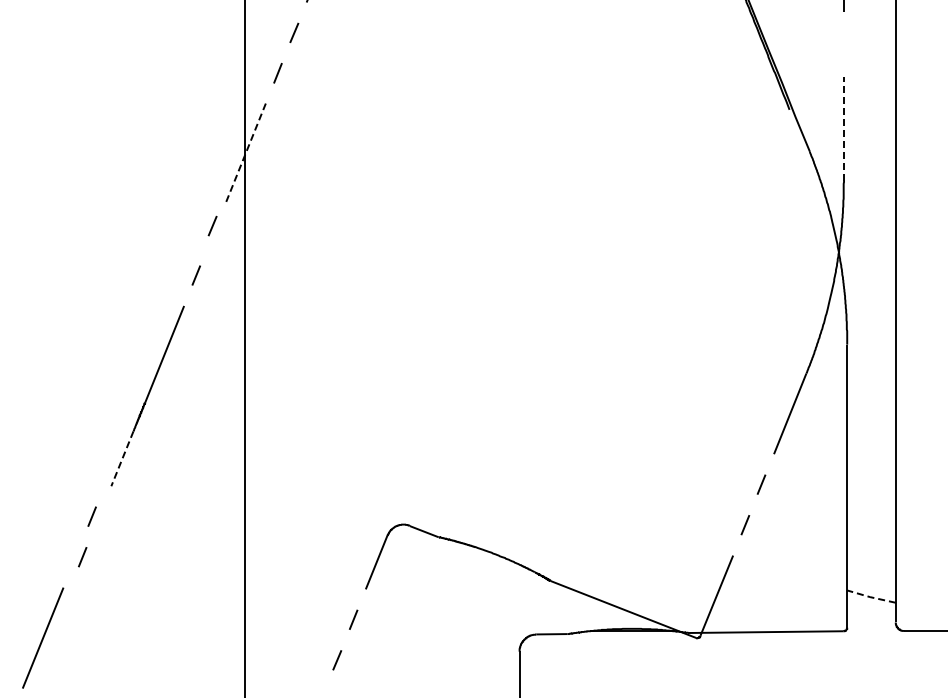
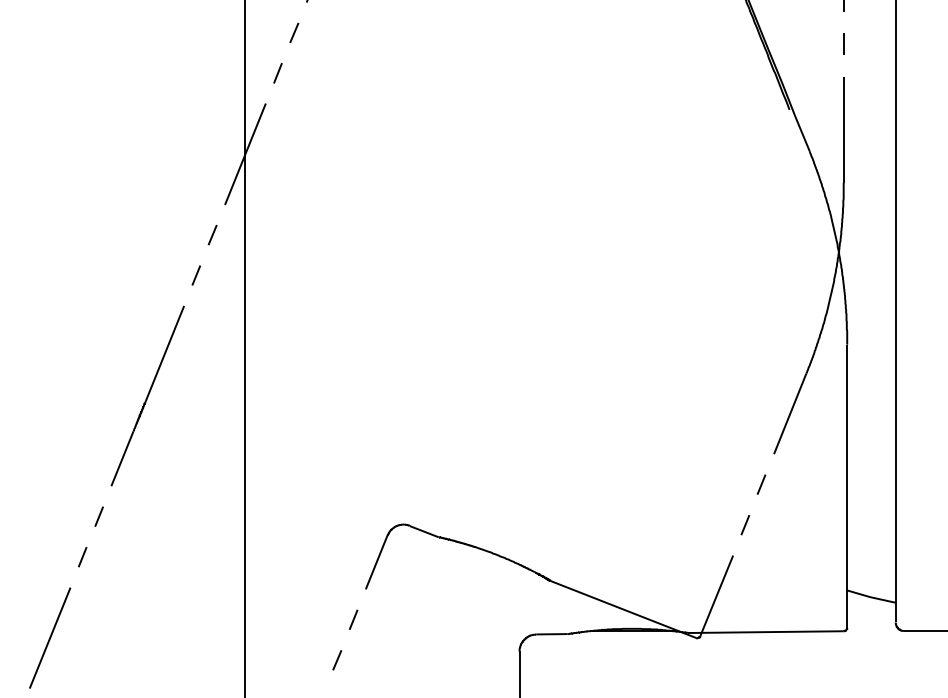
line at (843, 43): none -> present
line at (844, 128): dashed -> solid
line at (245, 154): dashed -> solid
line at (212, 225) position: (212, 225) -> (212, 234)
line at (122, 458): dashed -> solid
line at (91, 516) position: (91, 516) -> (98, 516)
line at (871, 597): dashed -> solid
line at (43, 637) position: (43, 637) -> (50, 637)
